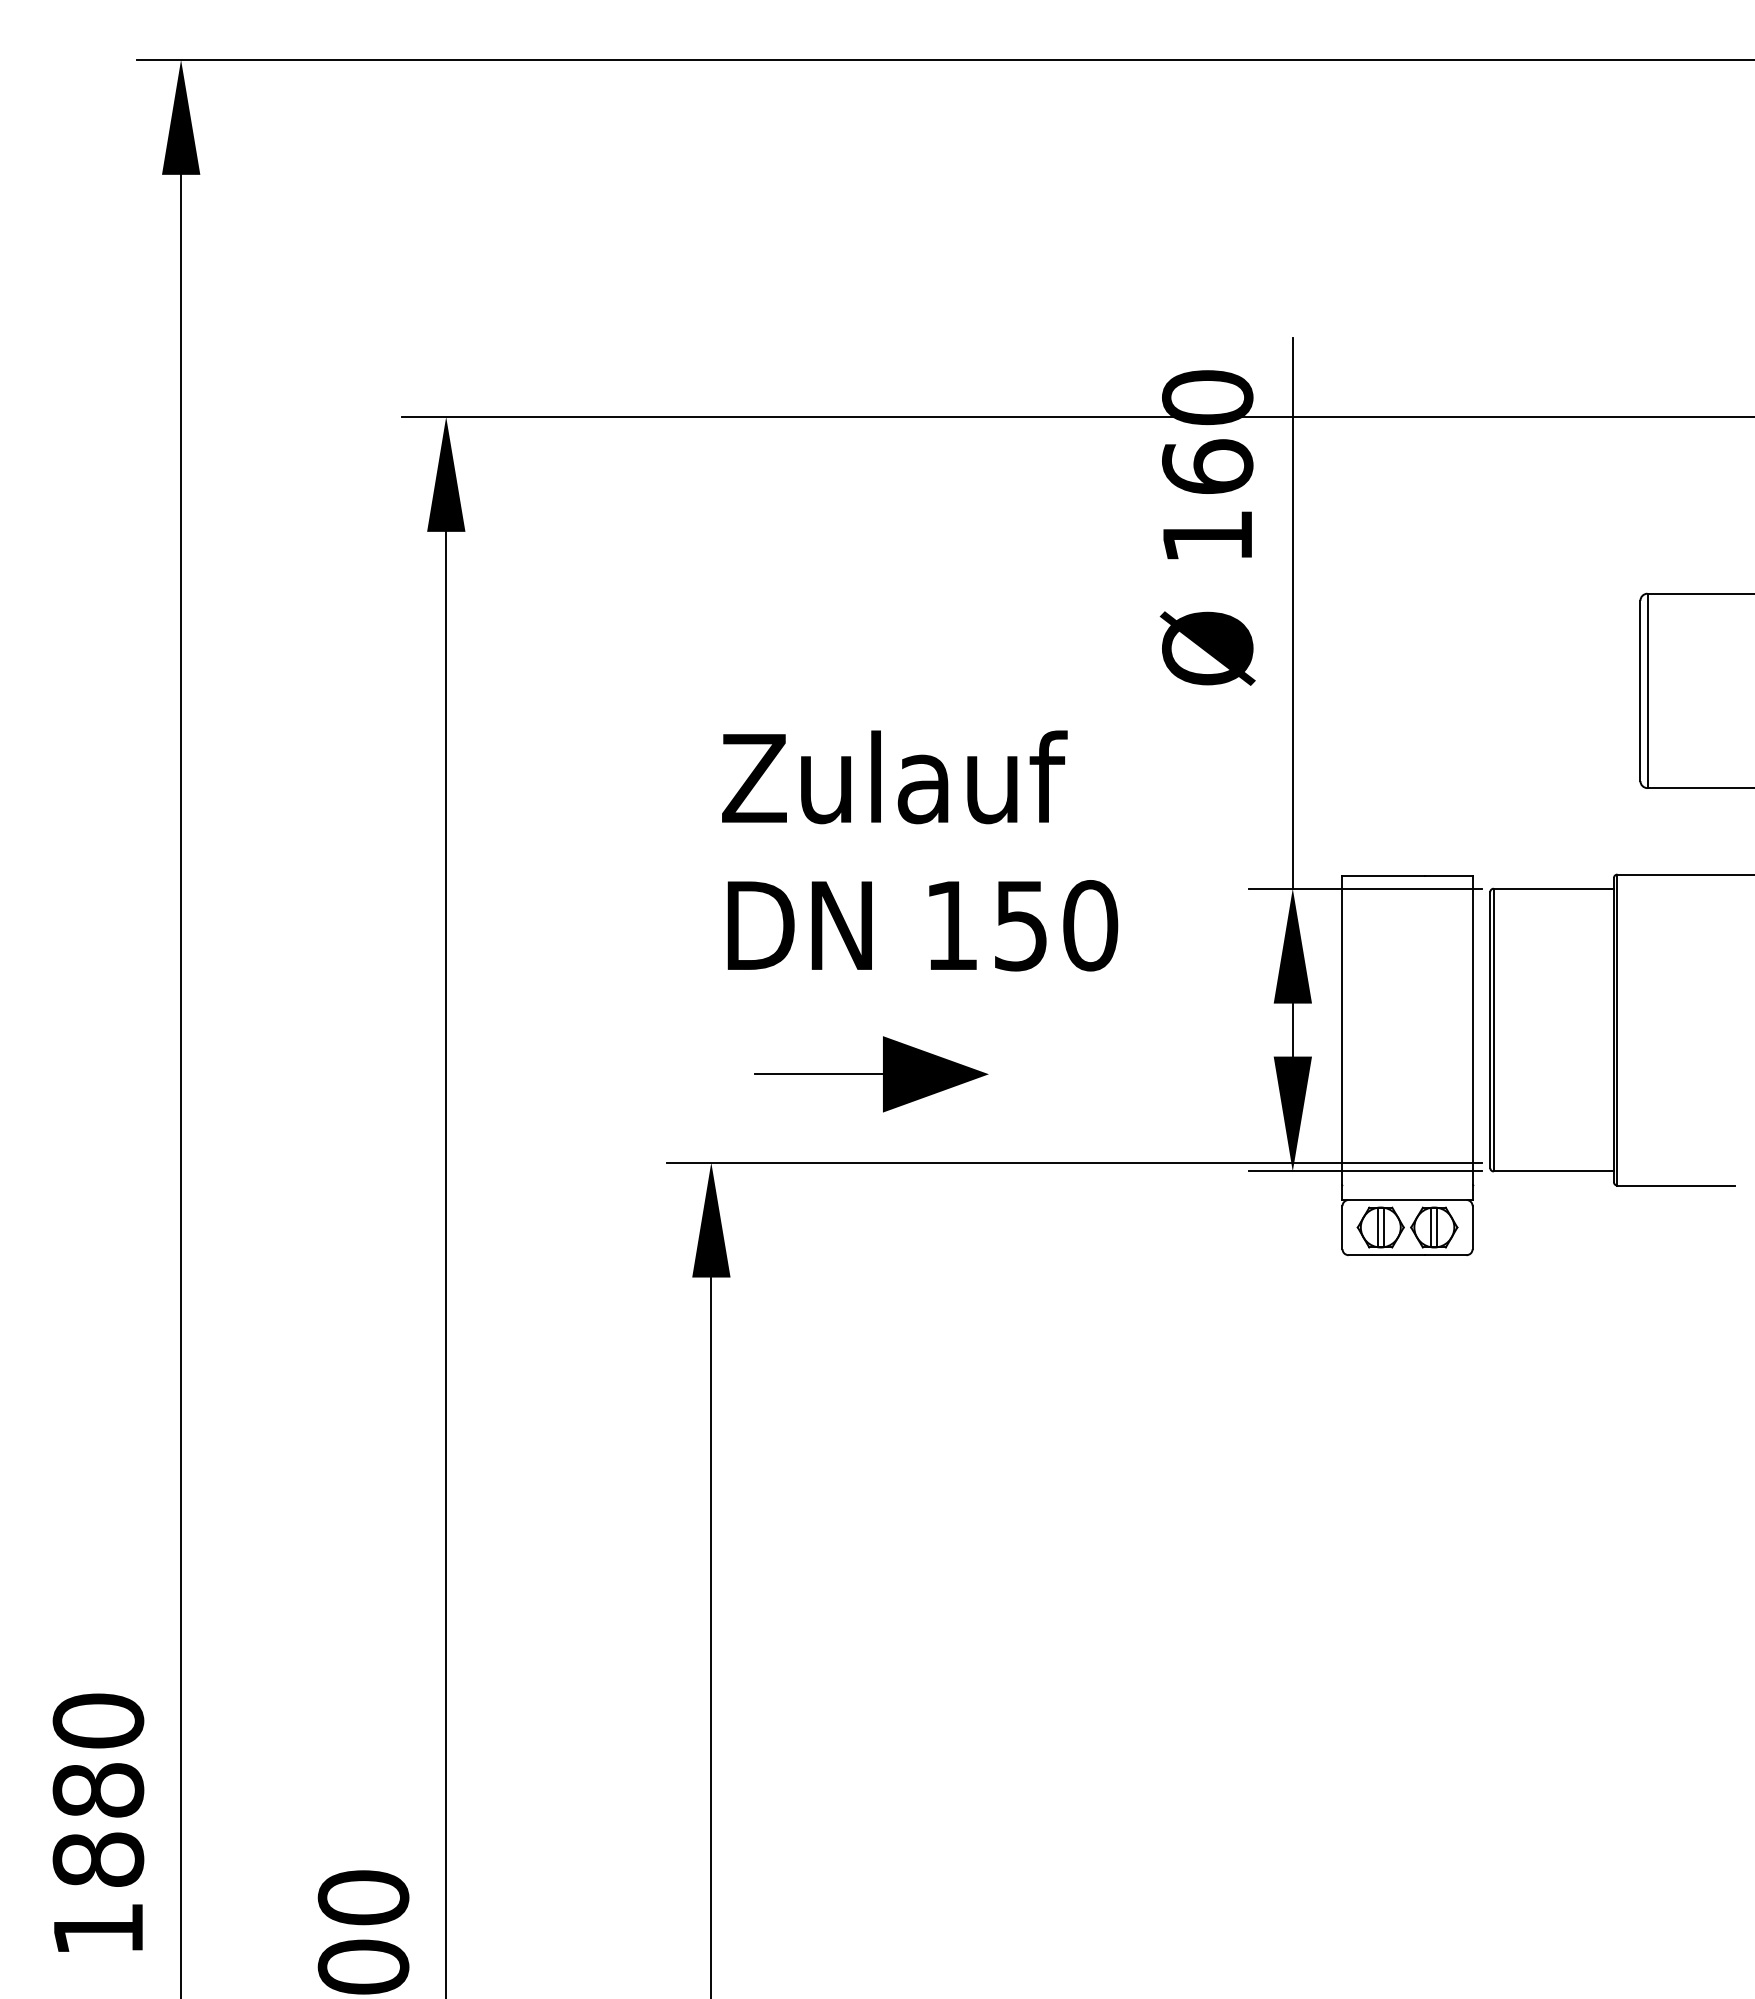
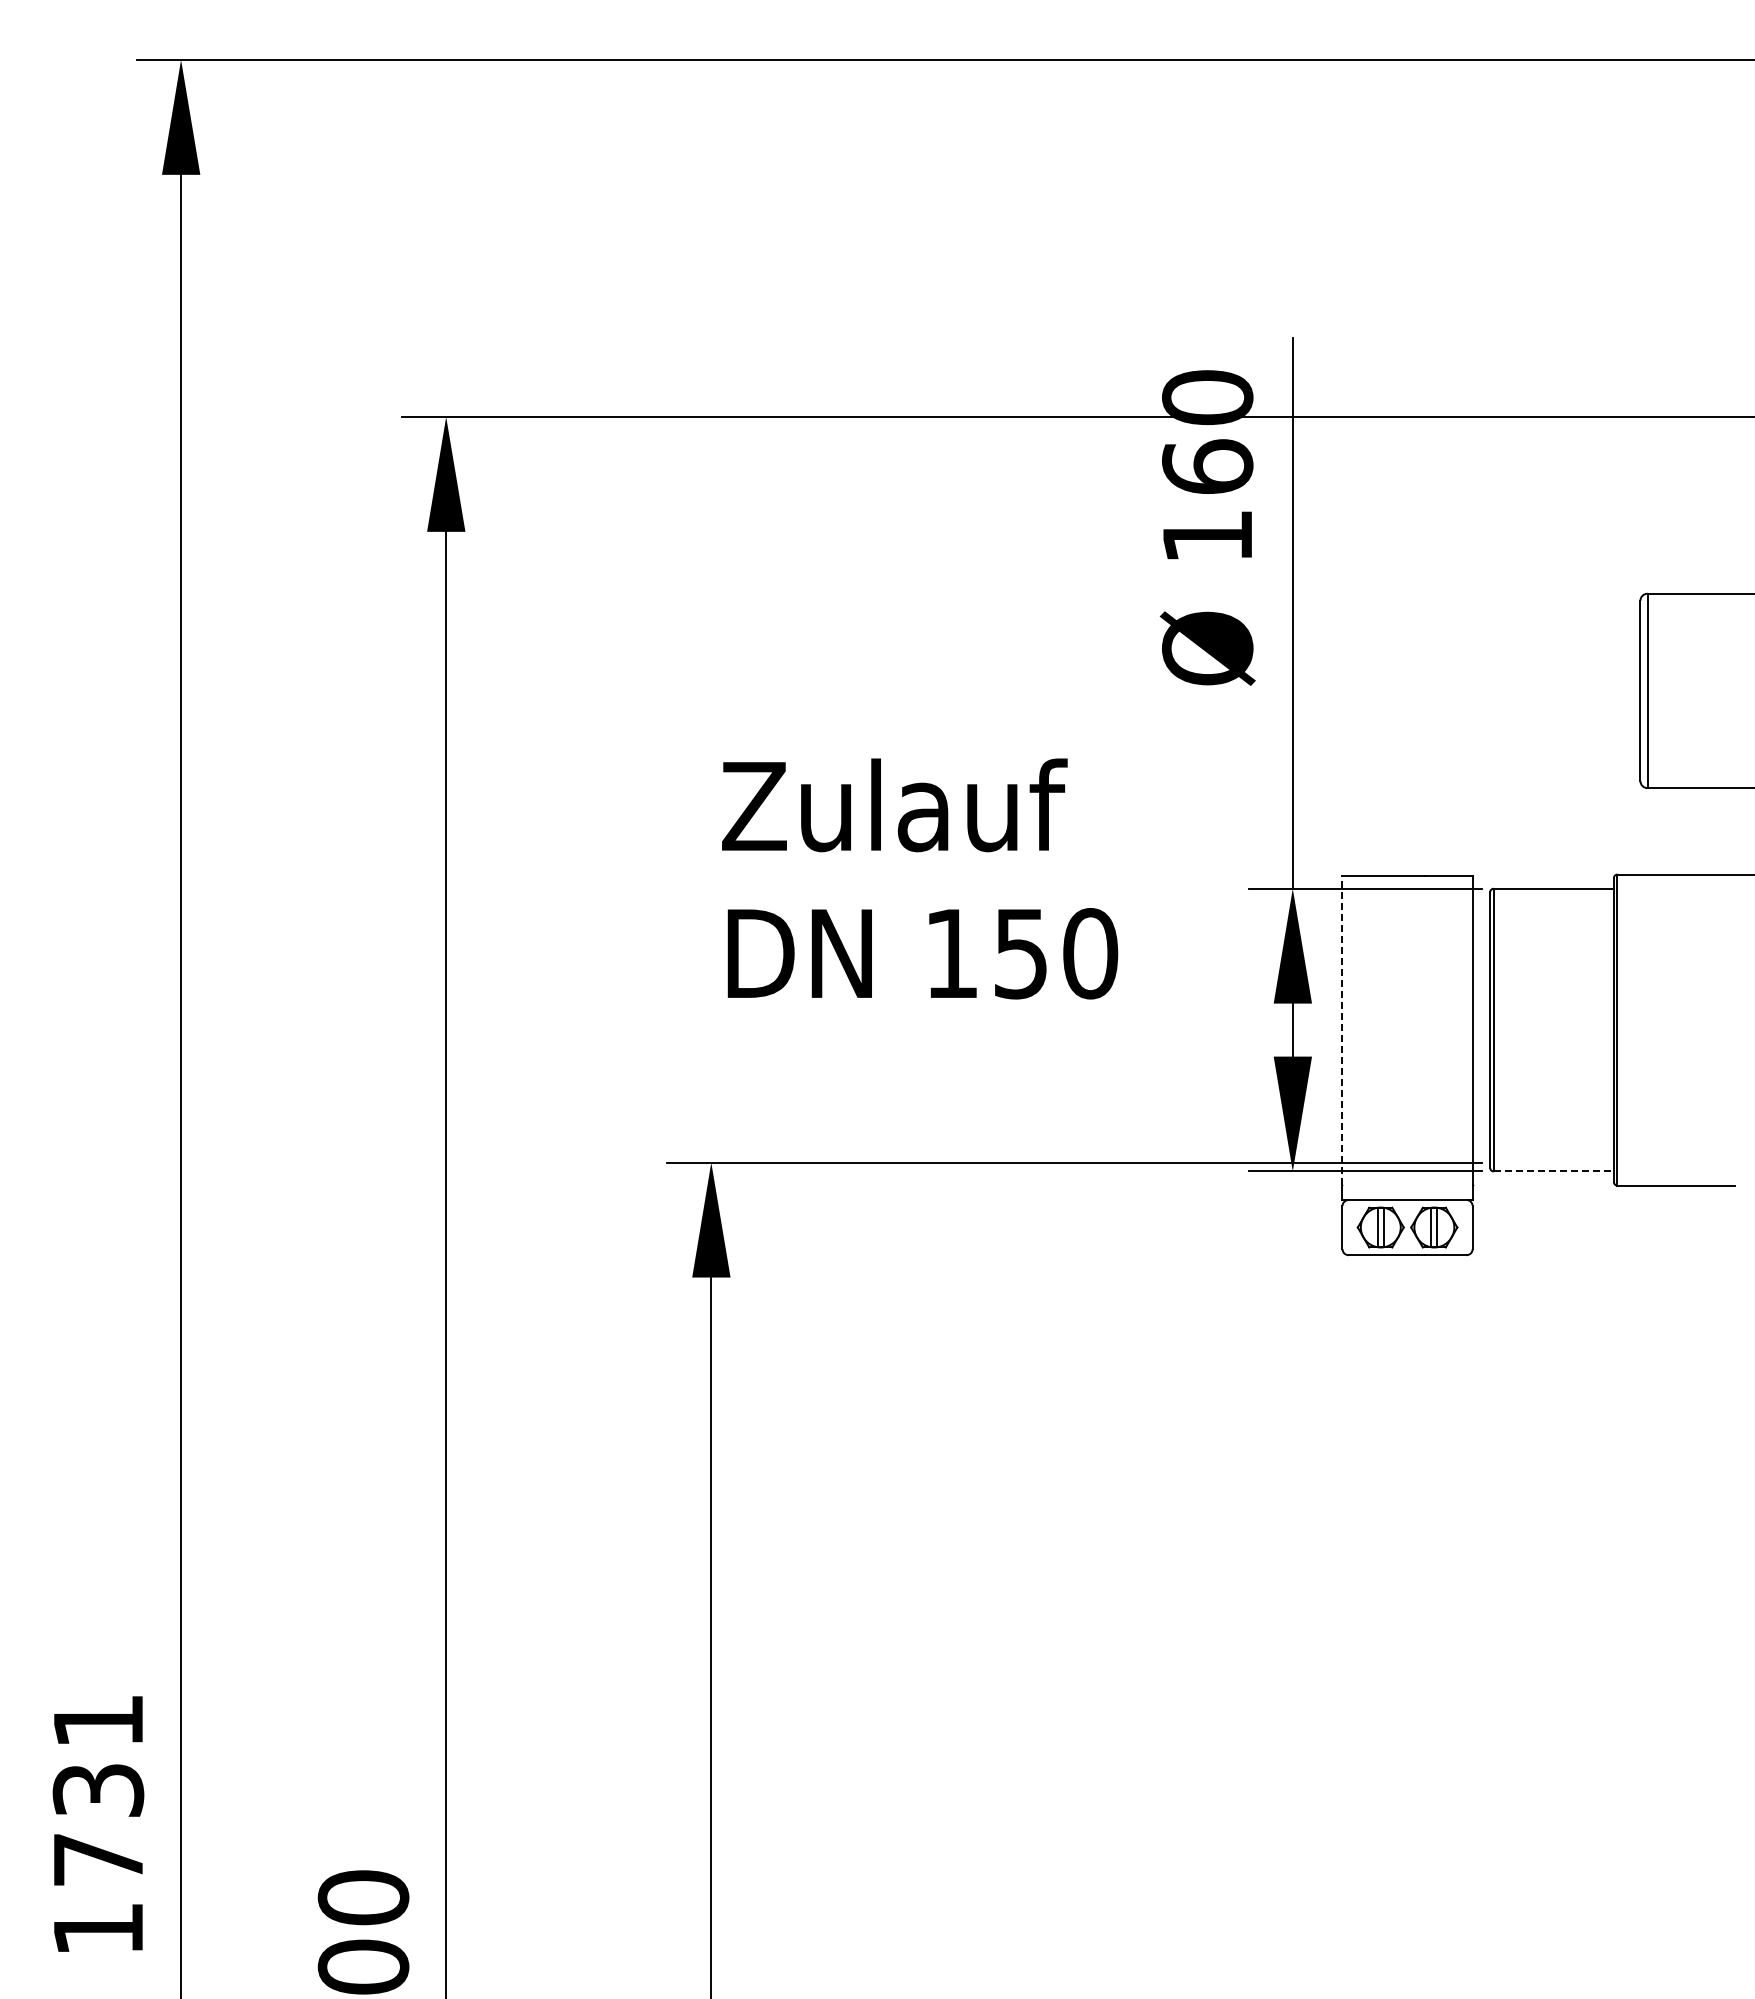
text at (920, 850) position: (920, 850) -> (920, 878)
line at (1342, 1030): solid -> dashed
part at (871, 1074): present -> none
line at (1554, 1171): solid -> dashed
text at (98, 1789): 1880 -> 1731
